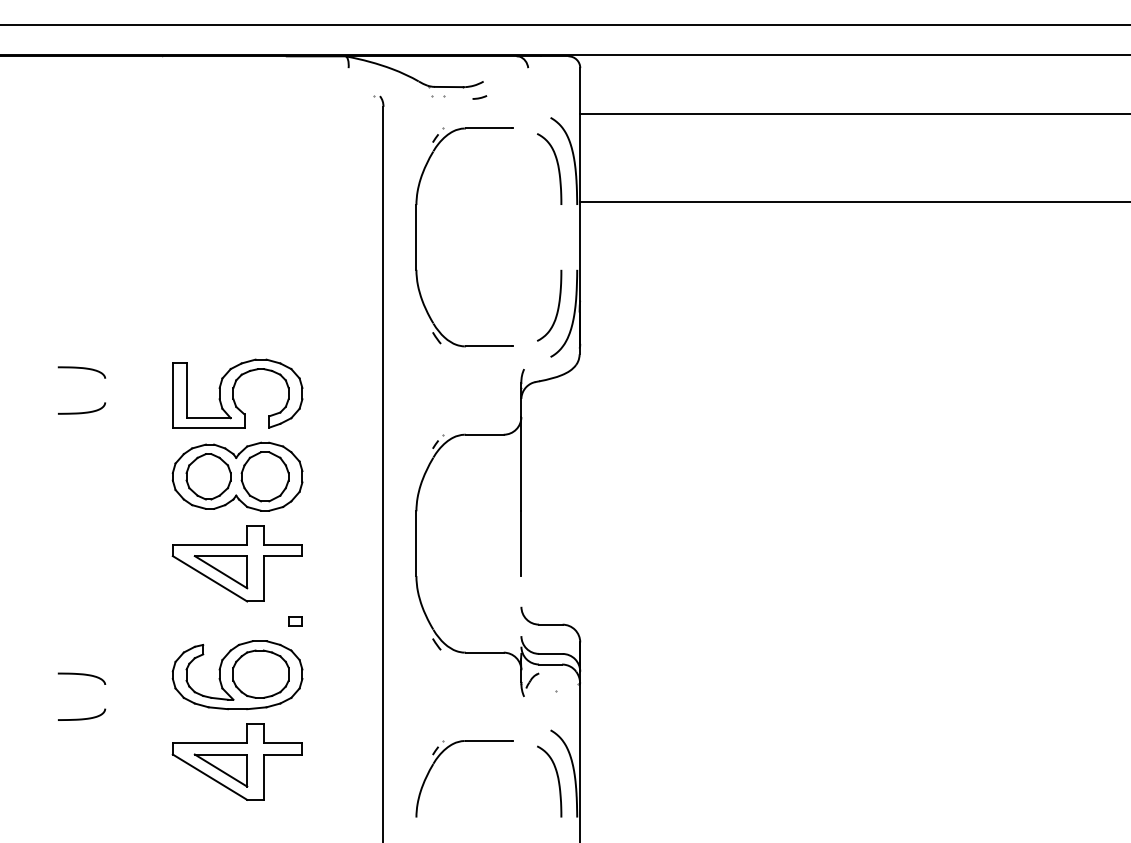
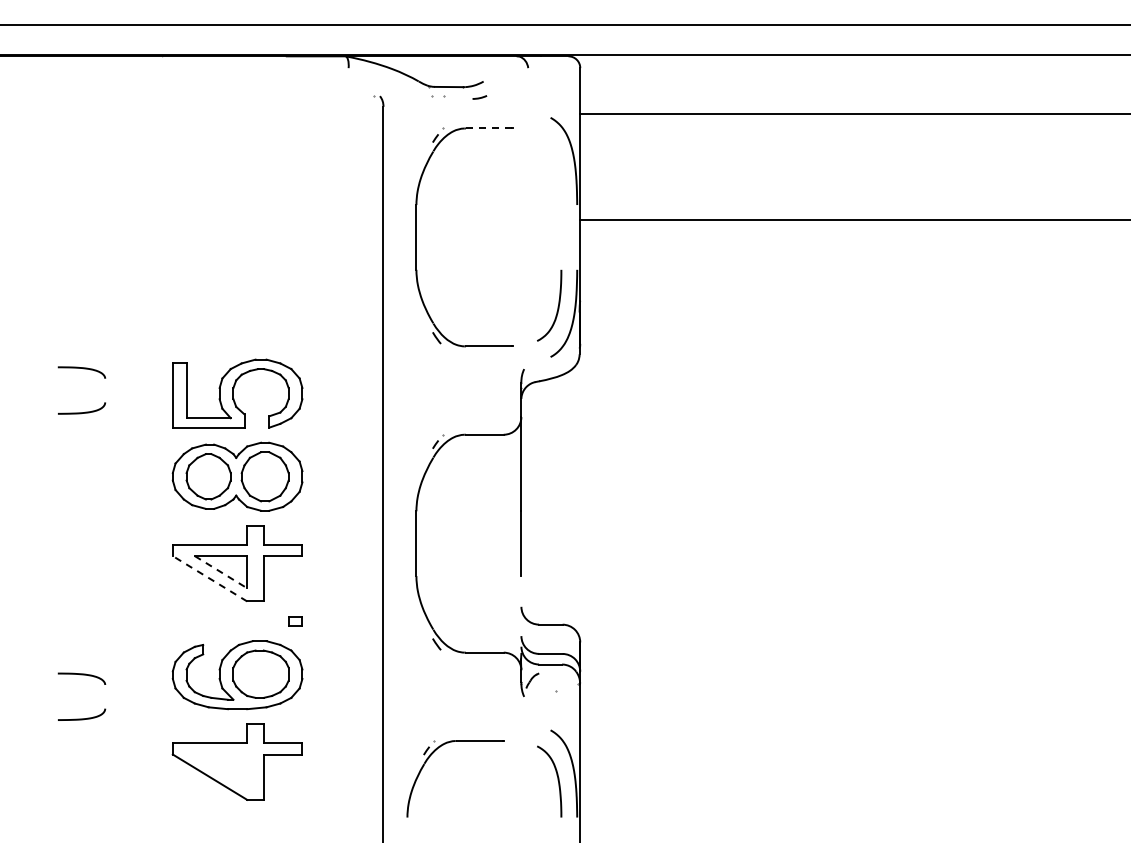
line at (489, 128): solid -> dashed
part at (557, 168): present -> none
line at (853, 202) position: (853, 202) -> (853, 220)
line at (221, 572): solid -> dashed
line at (210, 578): solid -> dashed
part at (438, 758) position: (438, 758) -> (429, 758)
part at (220, 770): present -> none
